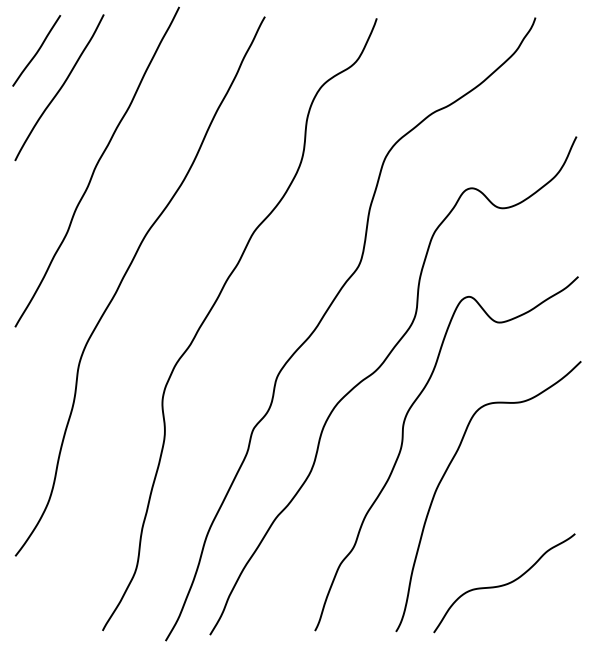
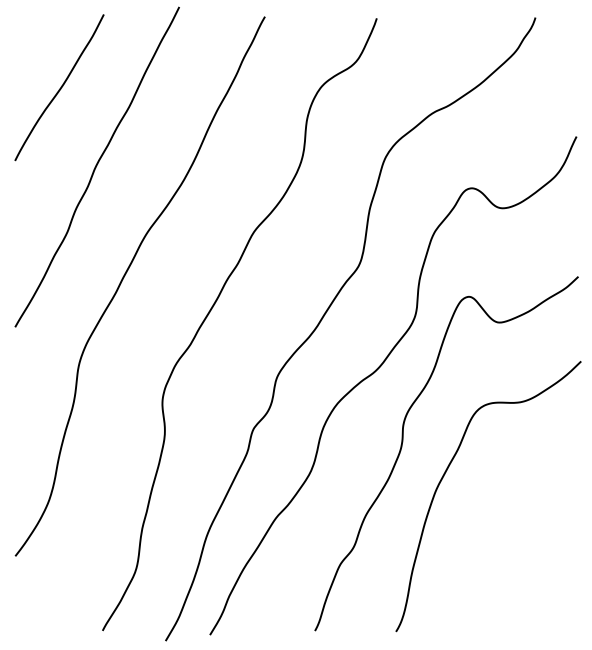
curve at (37, 50): present -> none
curve at (505, 583): present -> none
